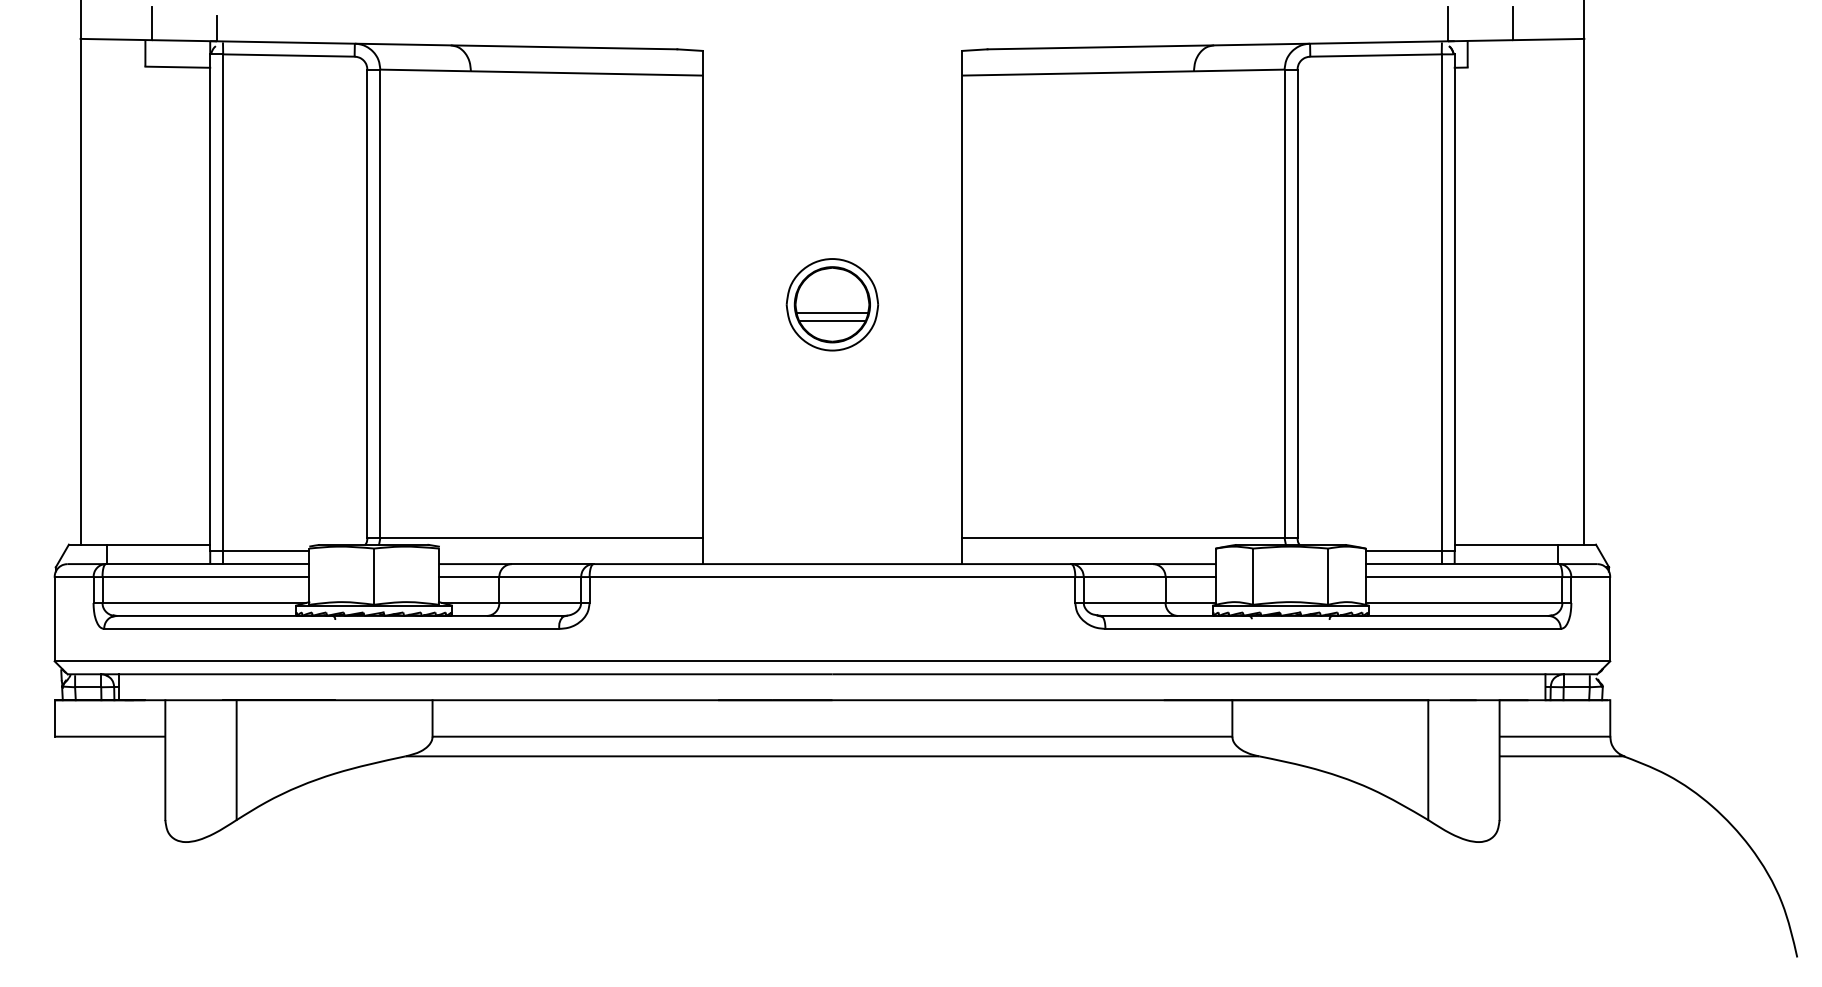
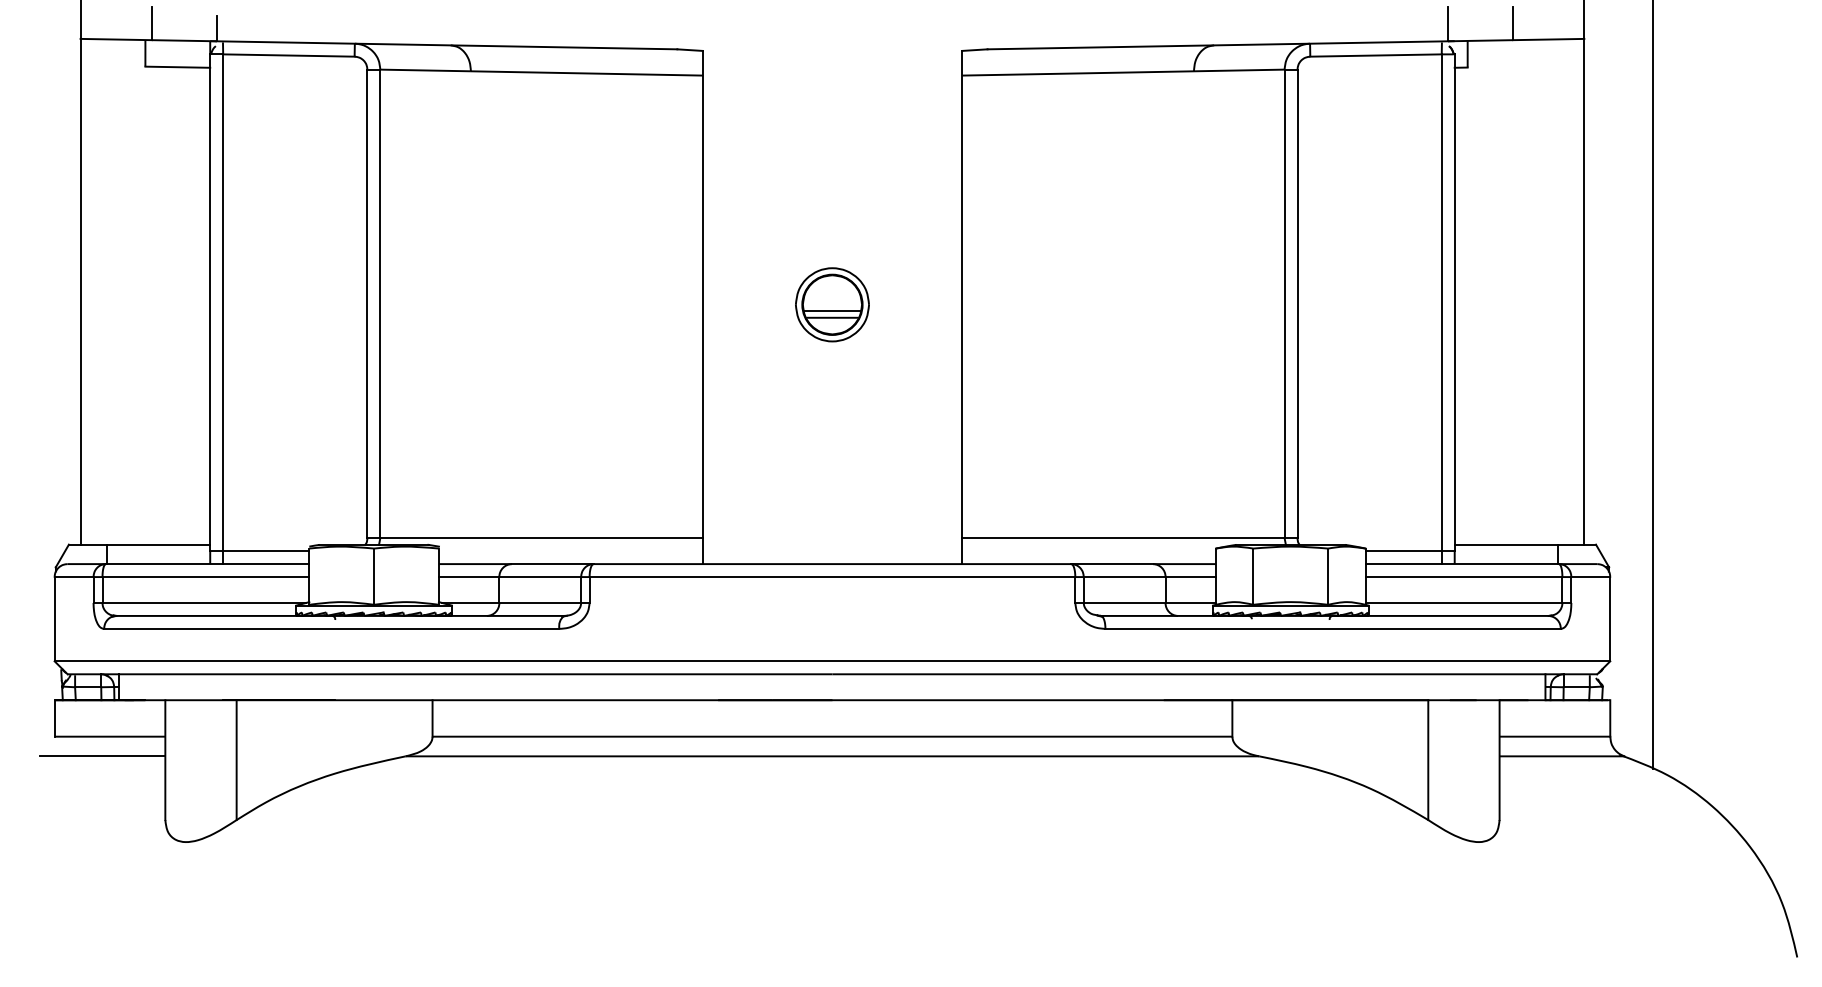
part at (832, 304) size: 95x94 px -> 75x76 px
line at (1653, 385): none -> present
line at (102, 756): none -> present
